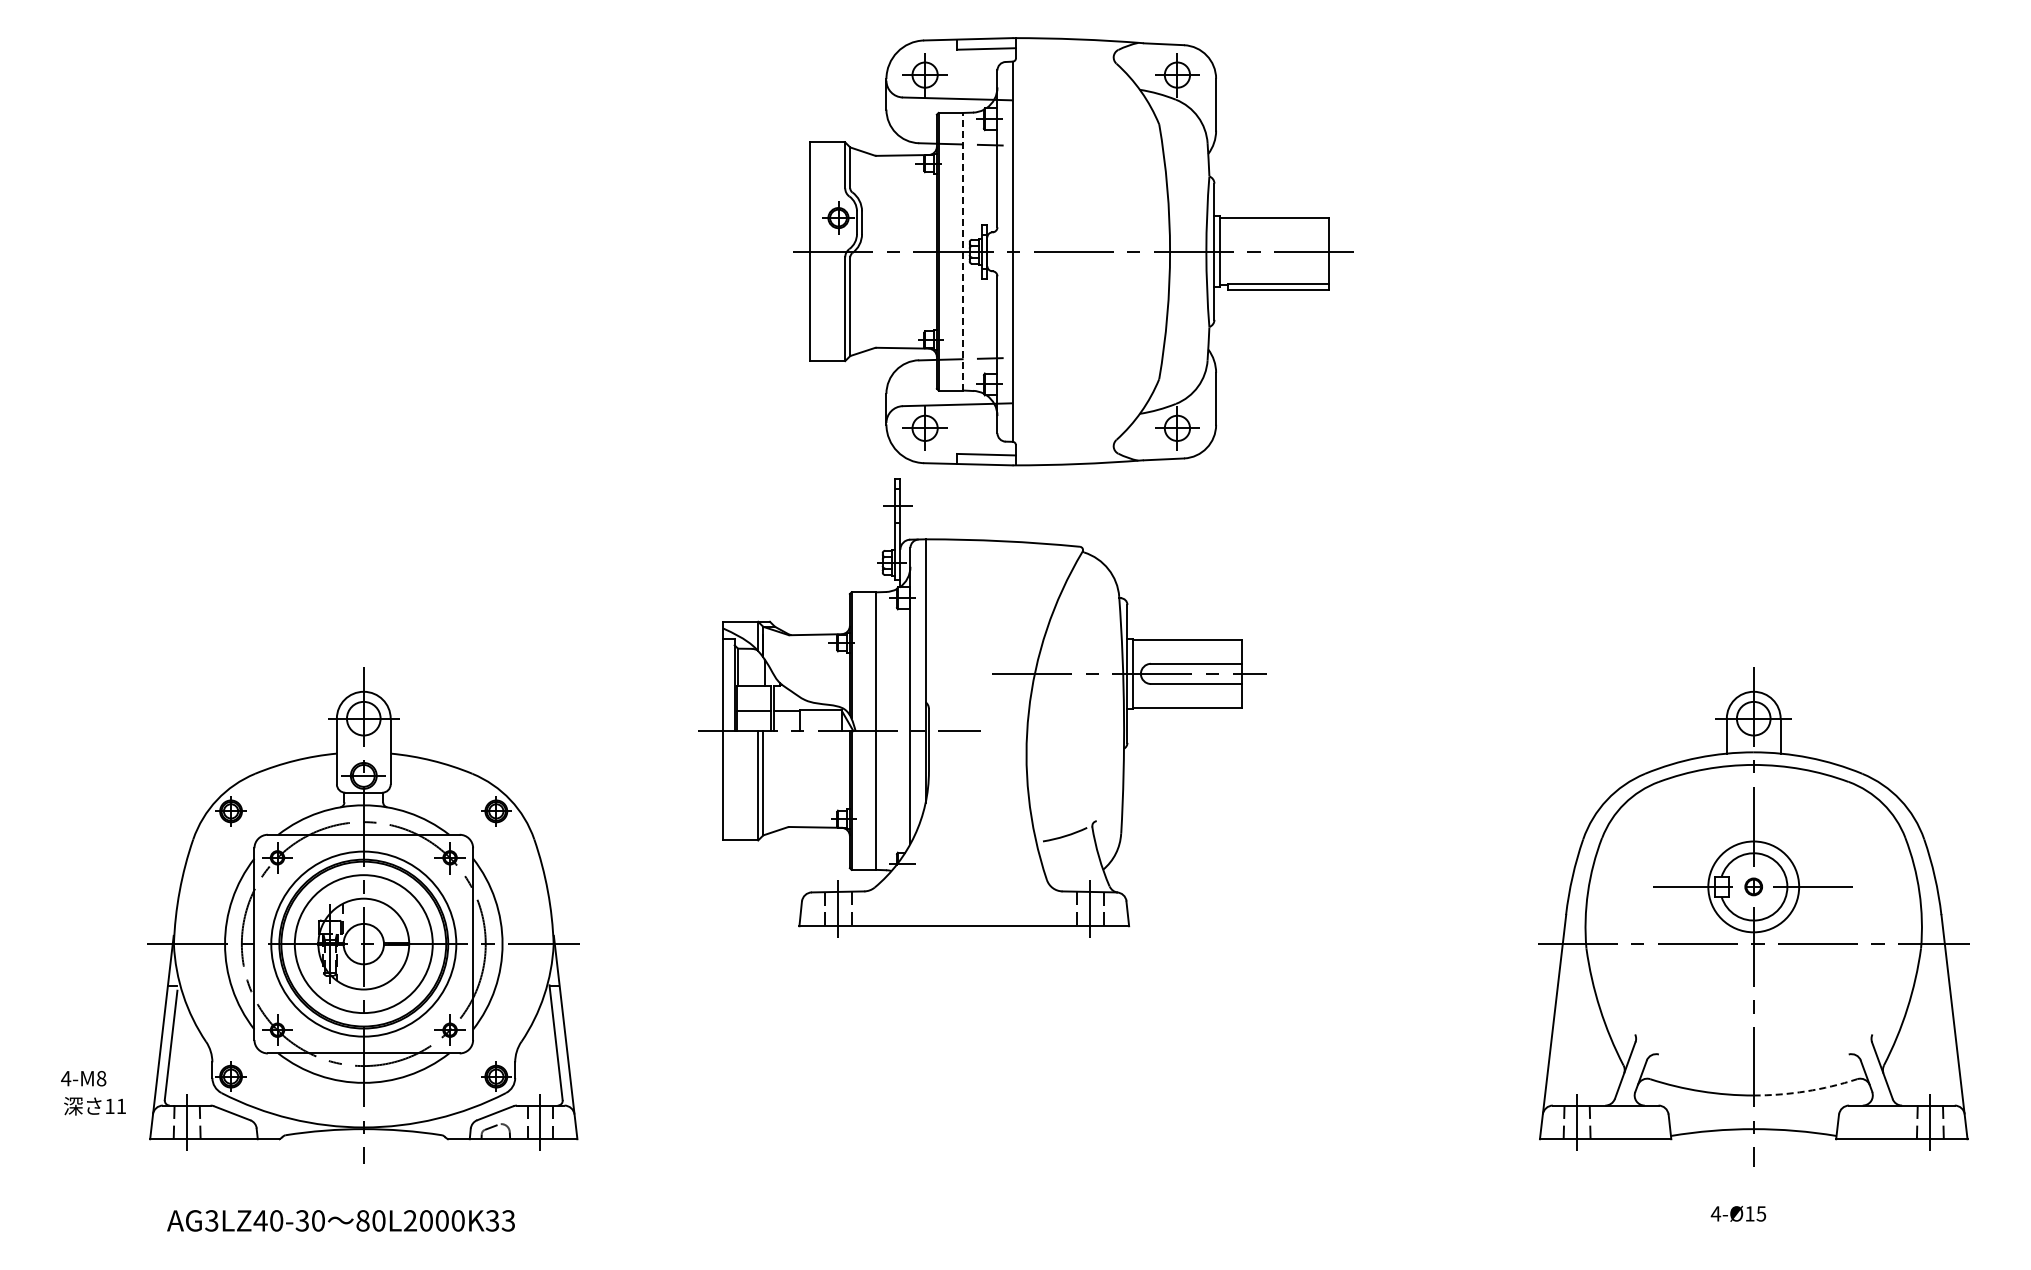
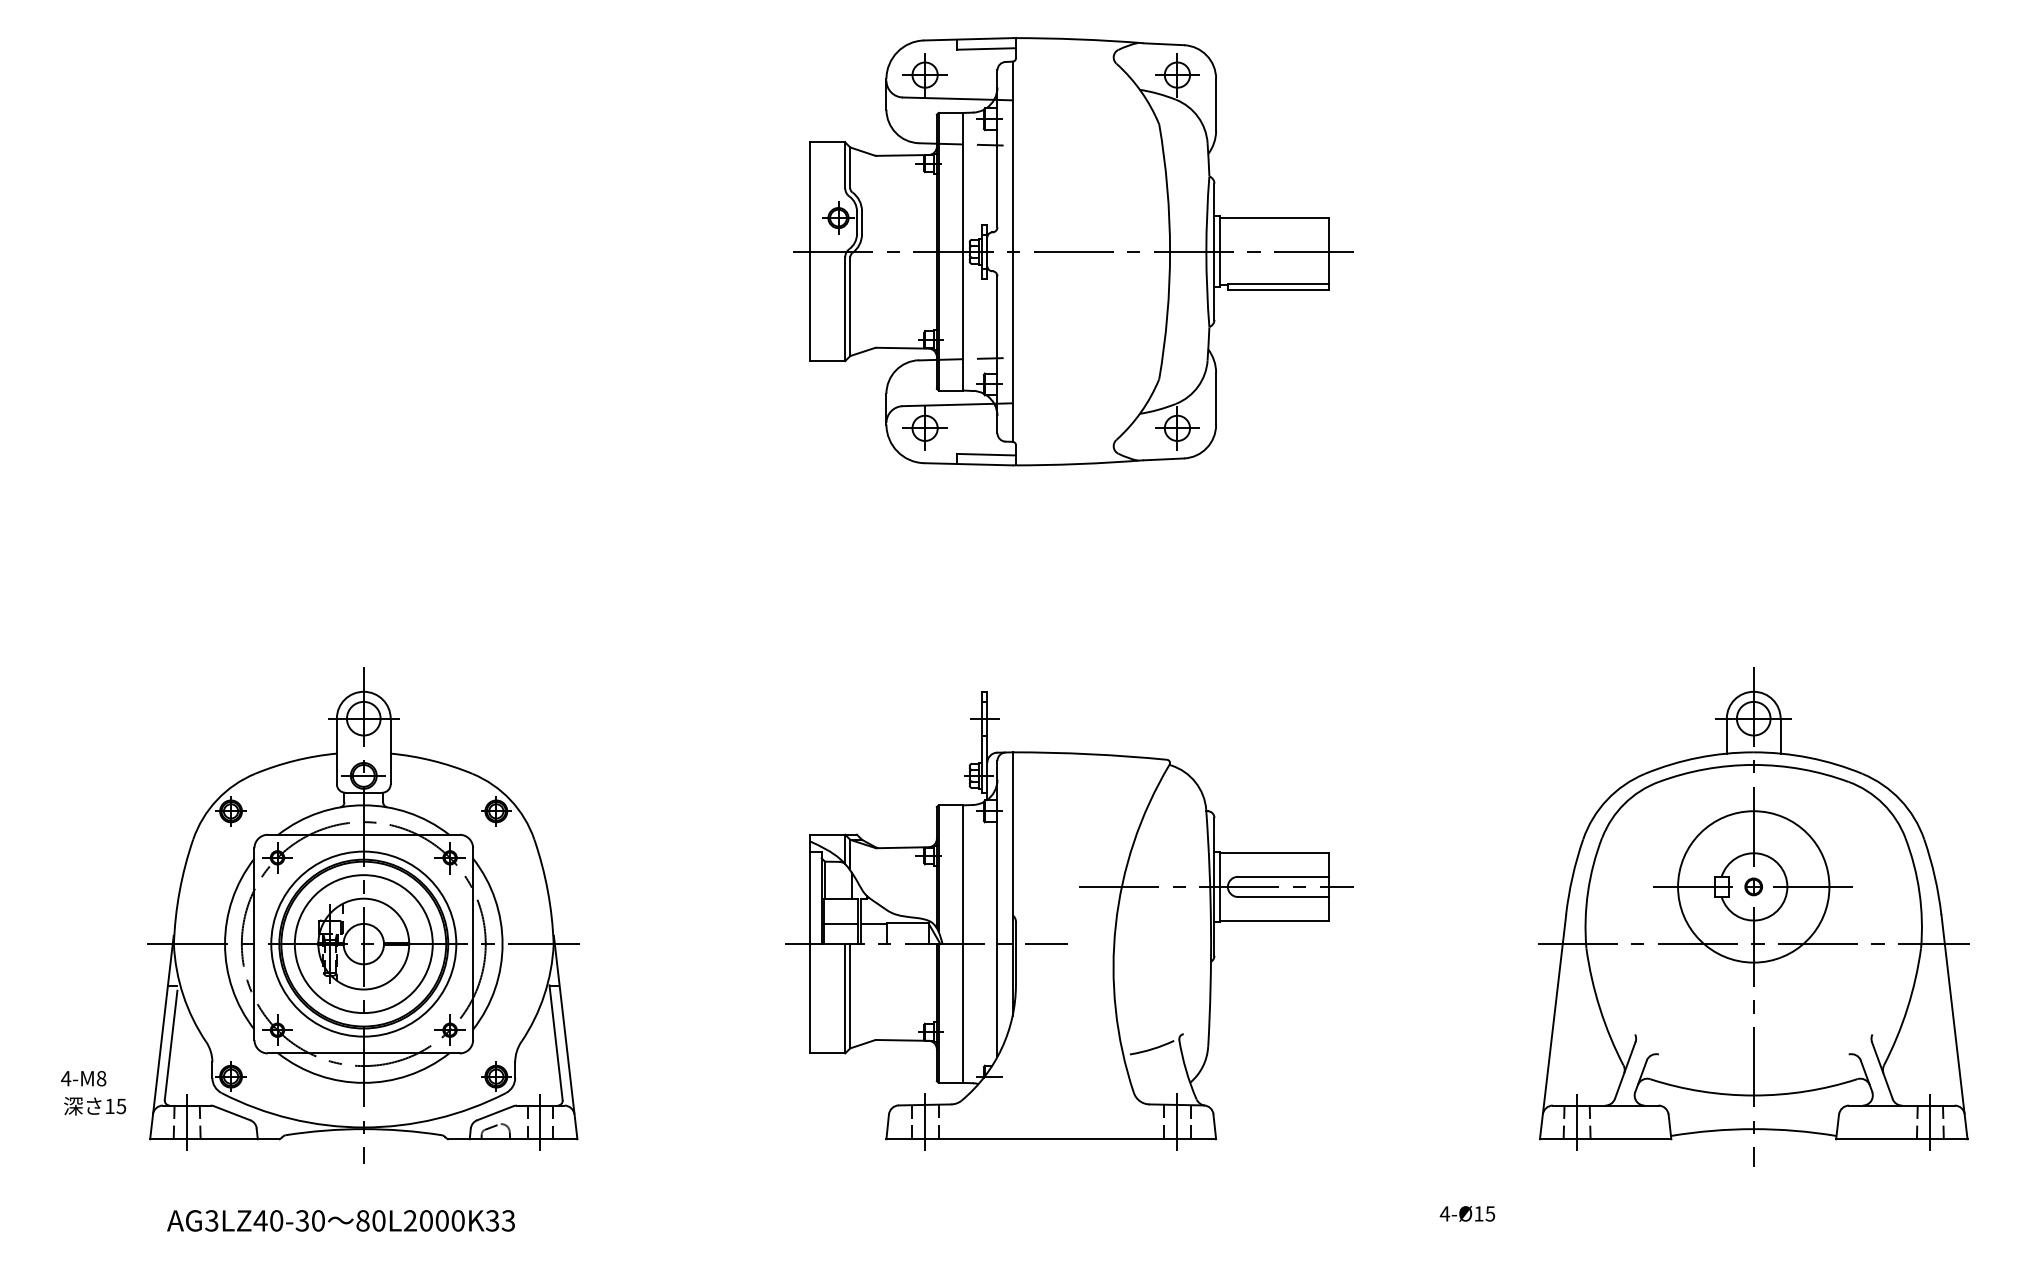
line at (962, 251): dashed -> solid
part at (982, 707) position: (982, 707) -> (1069, 920)
circle at (1753, 886) diameter: 91 px -> 151 px
arc at (1806, 1091): dashed -> solid
text at (121, 1106): 11 -> 15
text at (1738, 1213) position: (1738, 1213) -> (1467, 1213)
